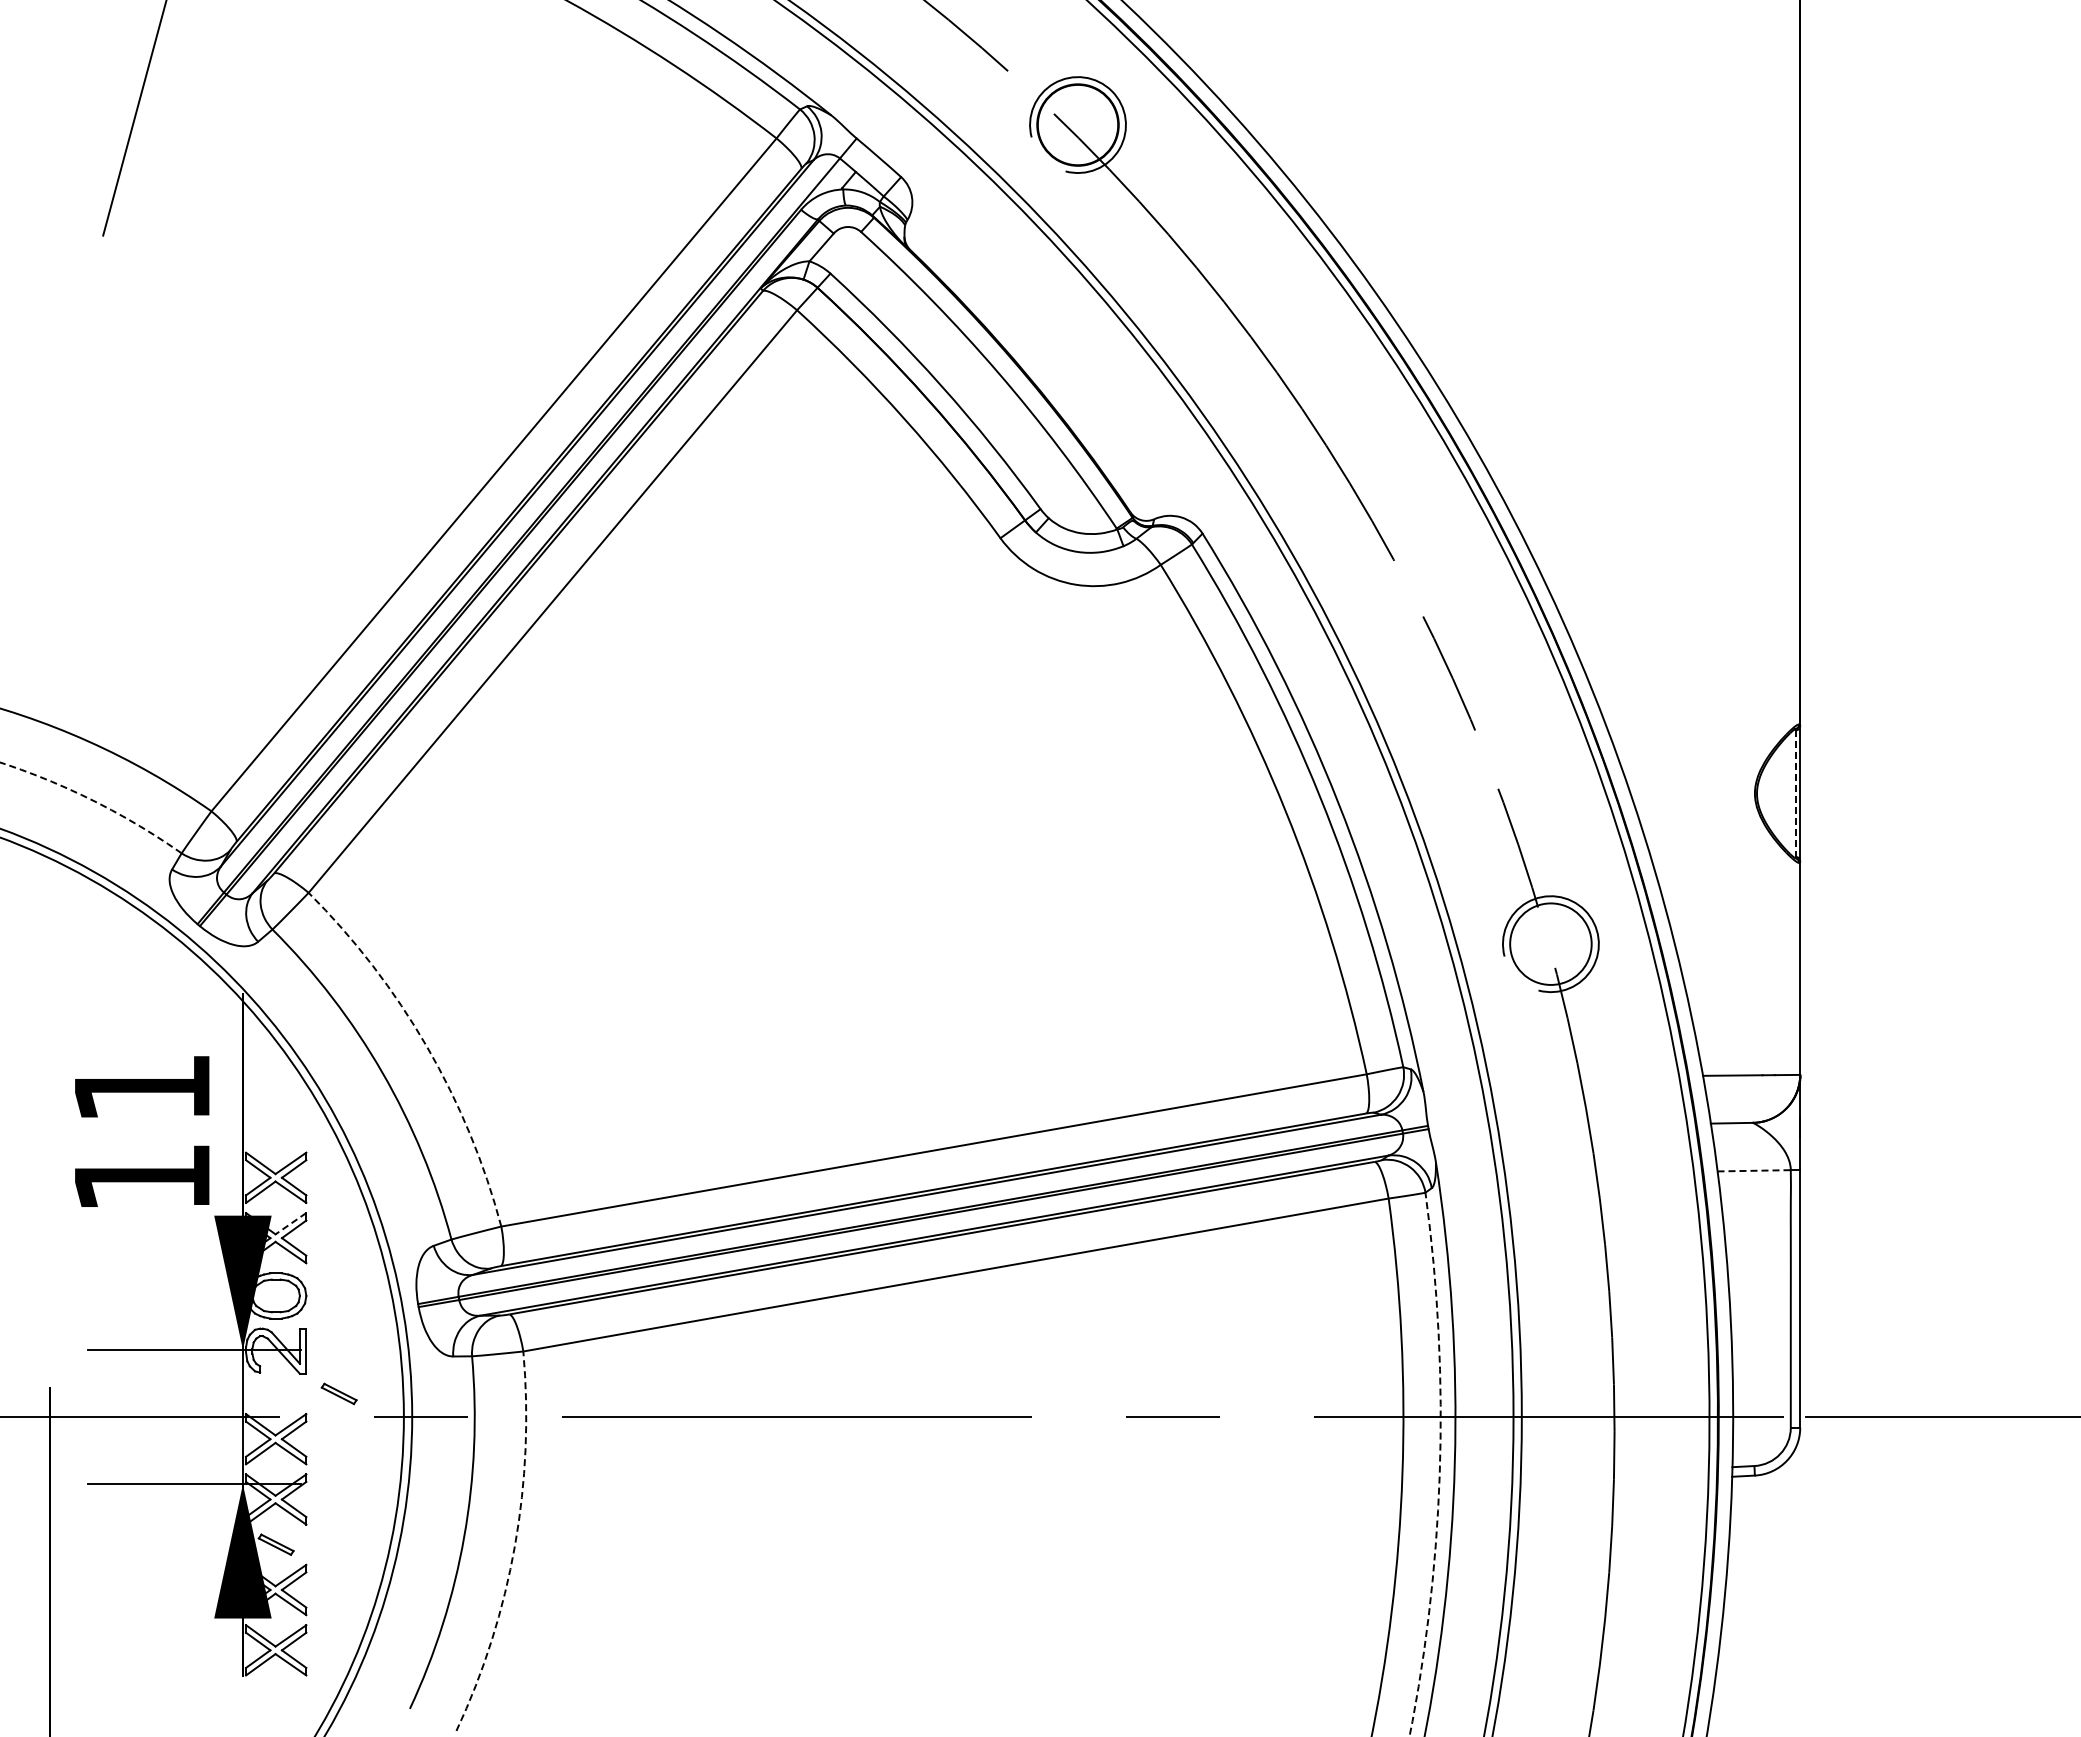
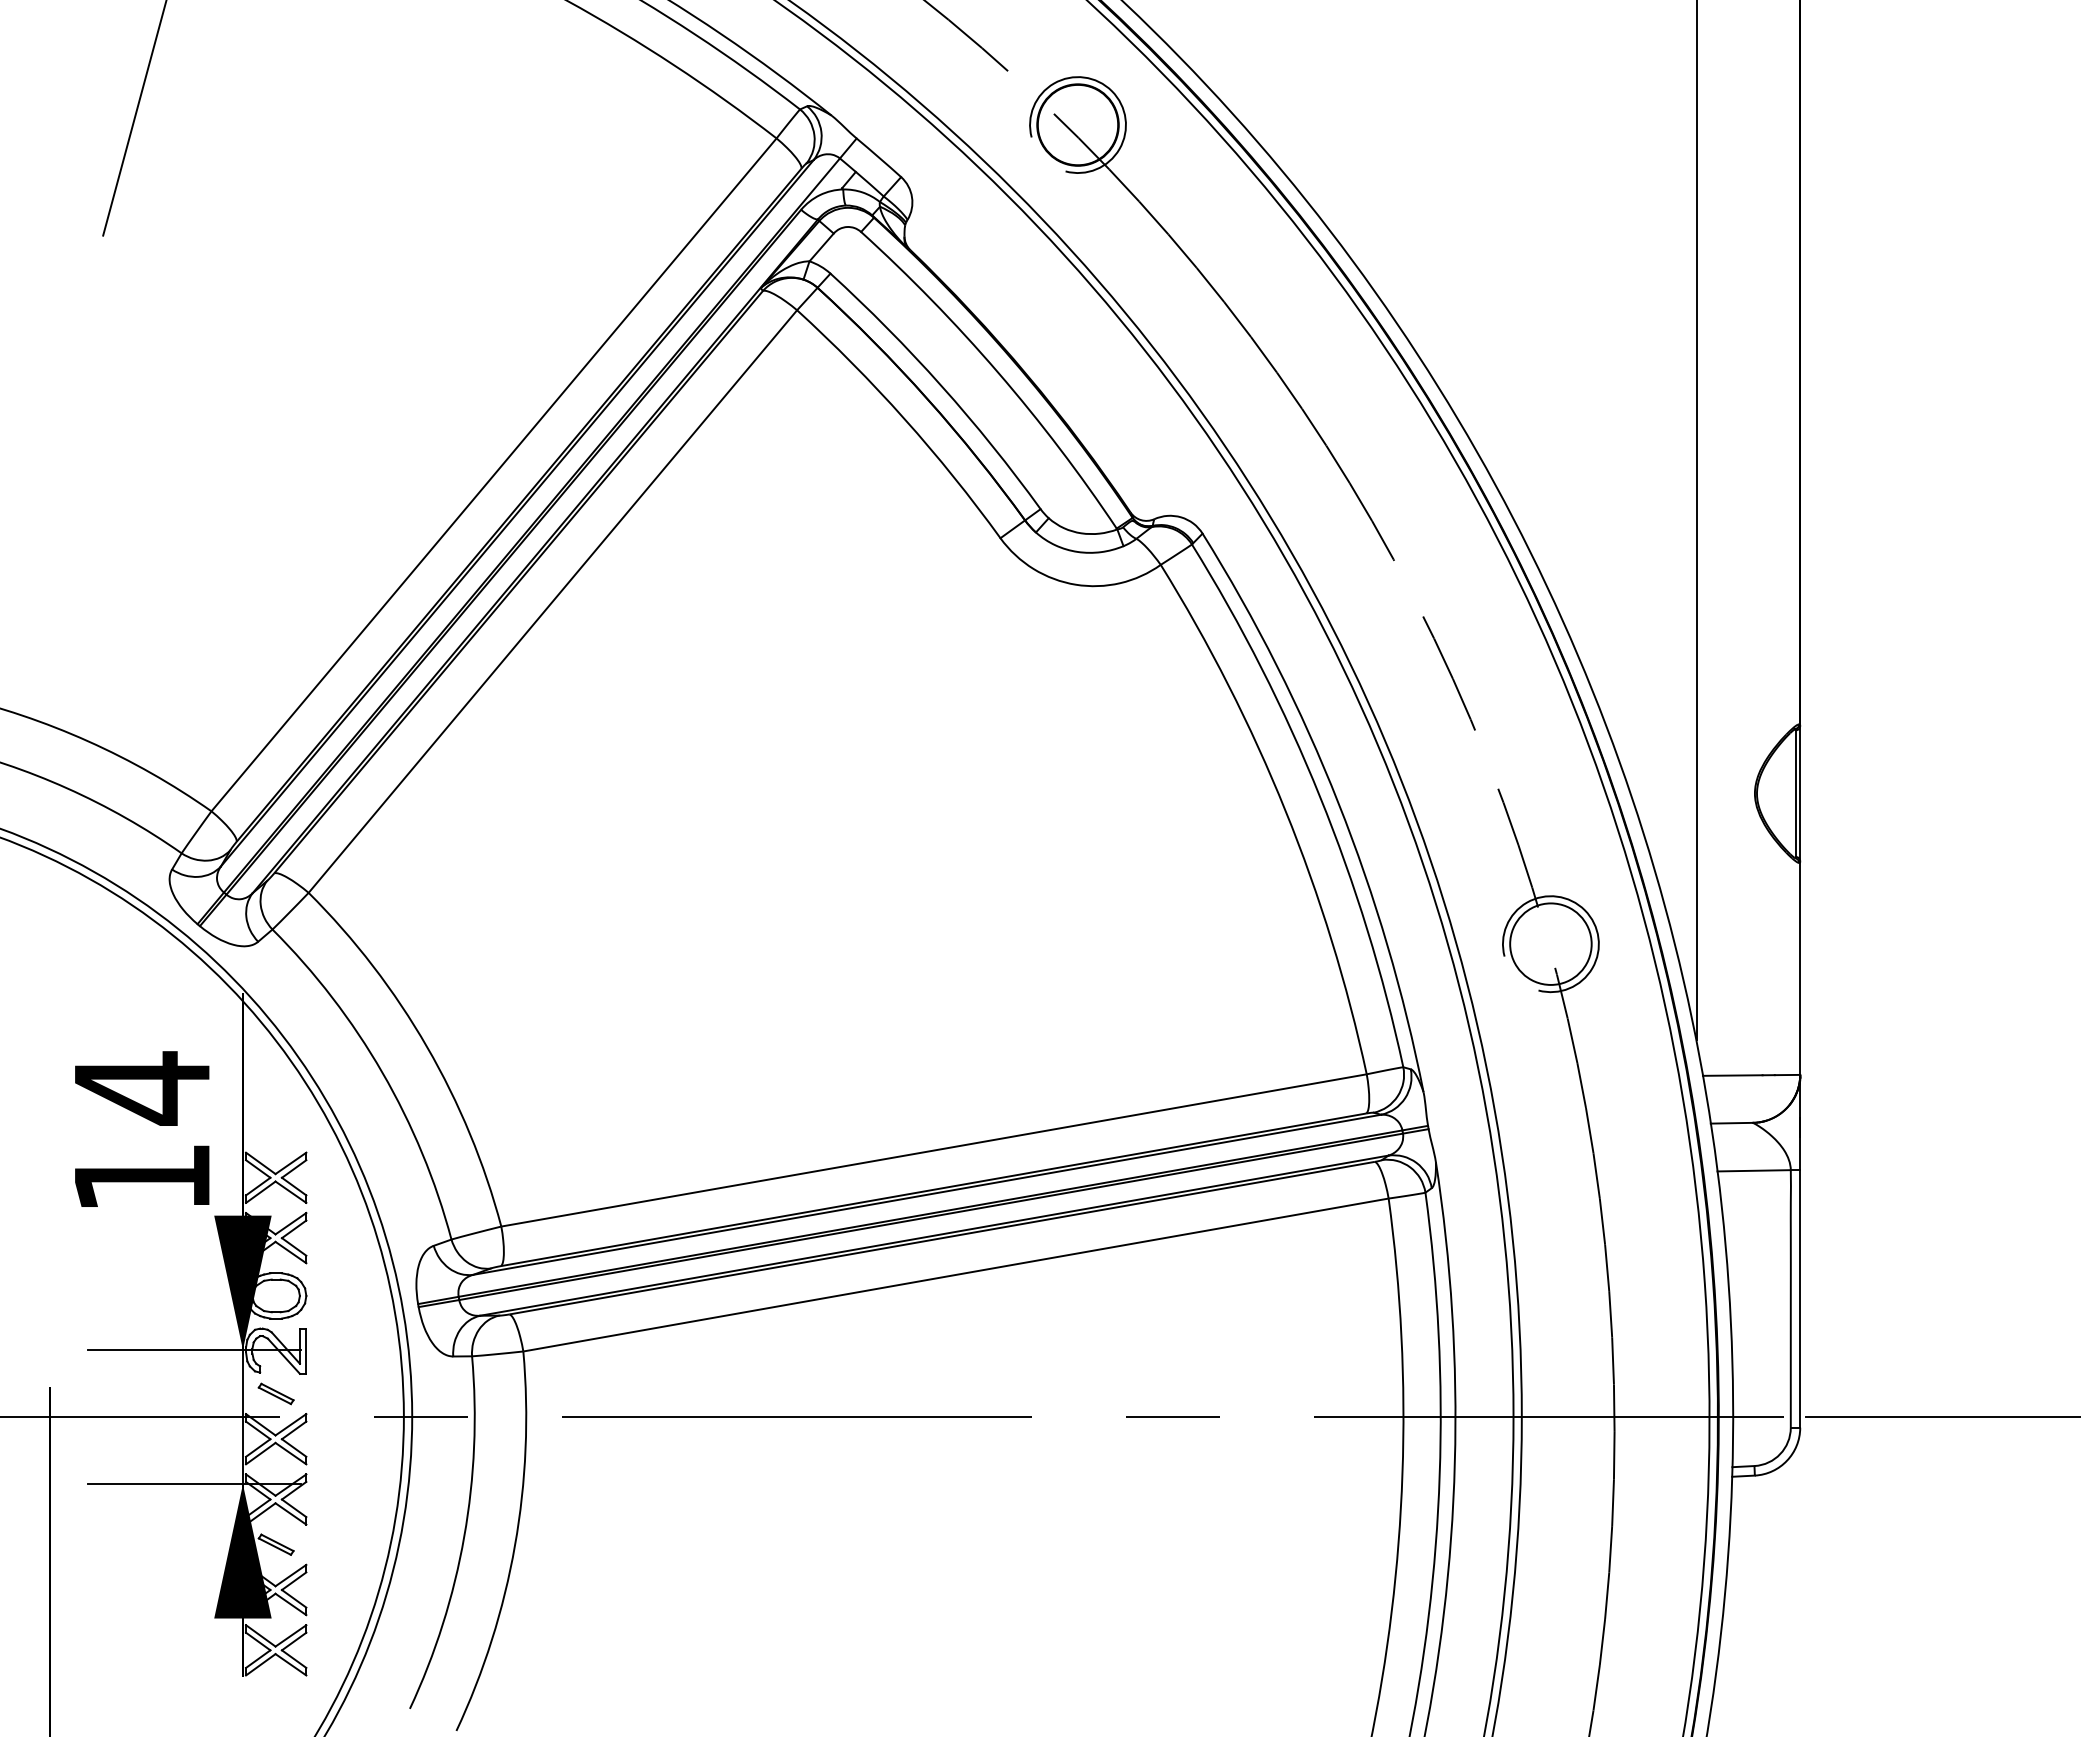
line at (1696, 520): none -> present
line at (1795, 794): dashed -> solid
arc at (95, 801): dashed -> solid
arc at (427, 1046): dashed -> solid
text at (142, 1088): 11 -> 14
line at (1754, 1170): dashed -> solid
line at (290, 1223): dashed -> solid
part at (338, 1393) position: (338, 1393) -> (275, 1393)
arc at (1439, 1465): dashed -> solid
arc at (515, 1545): dashed -> solid
